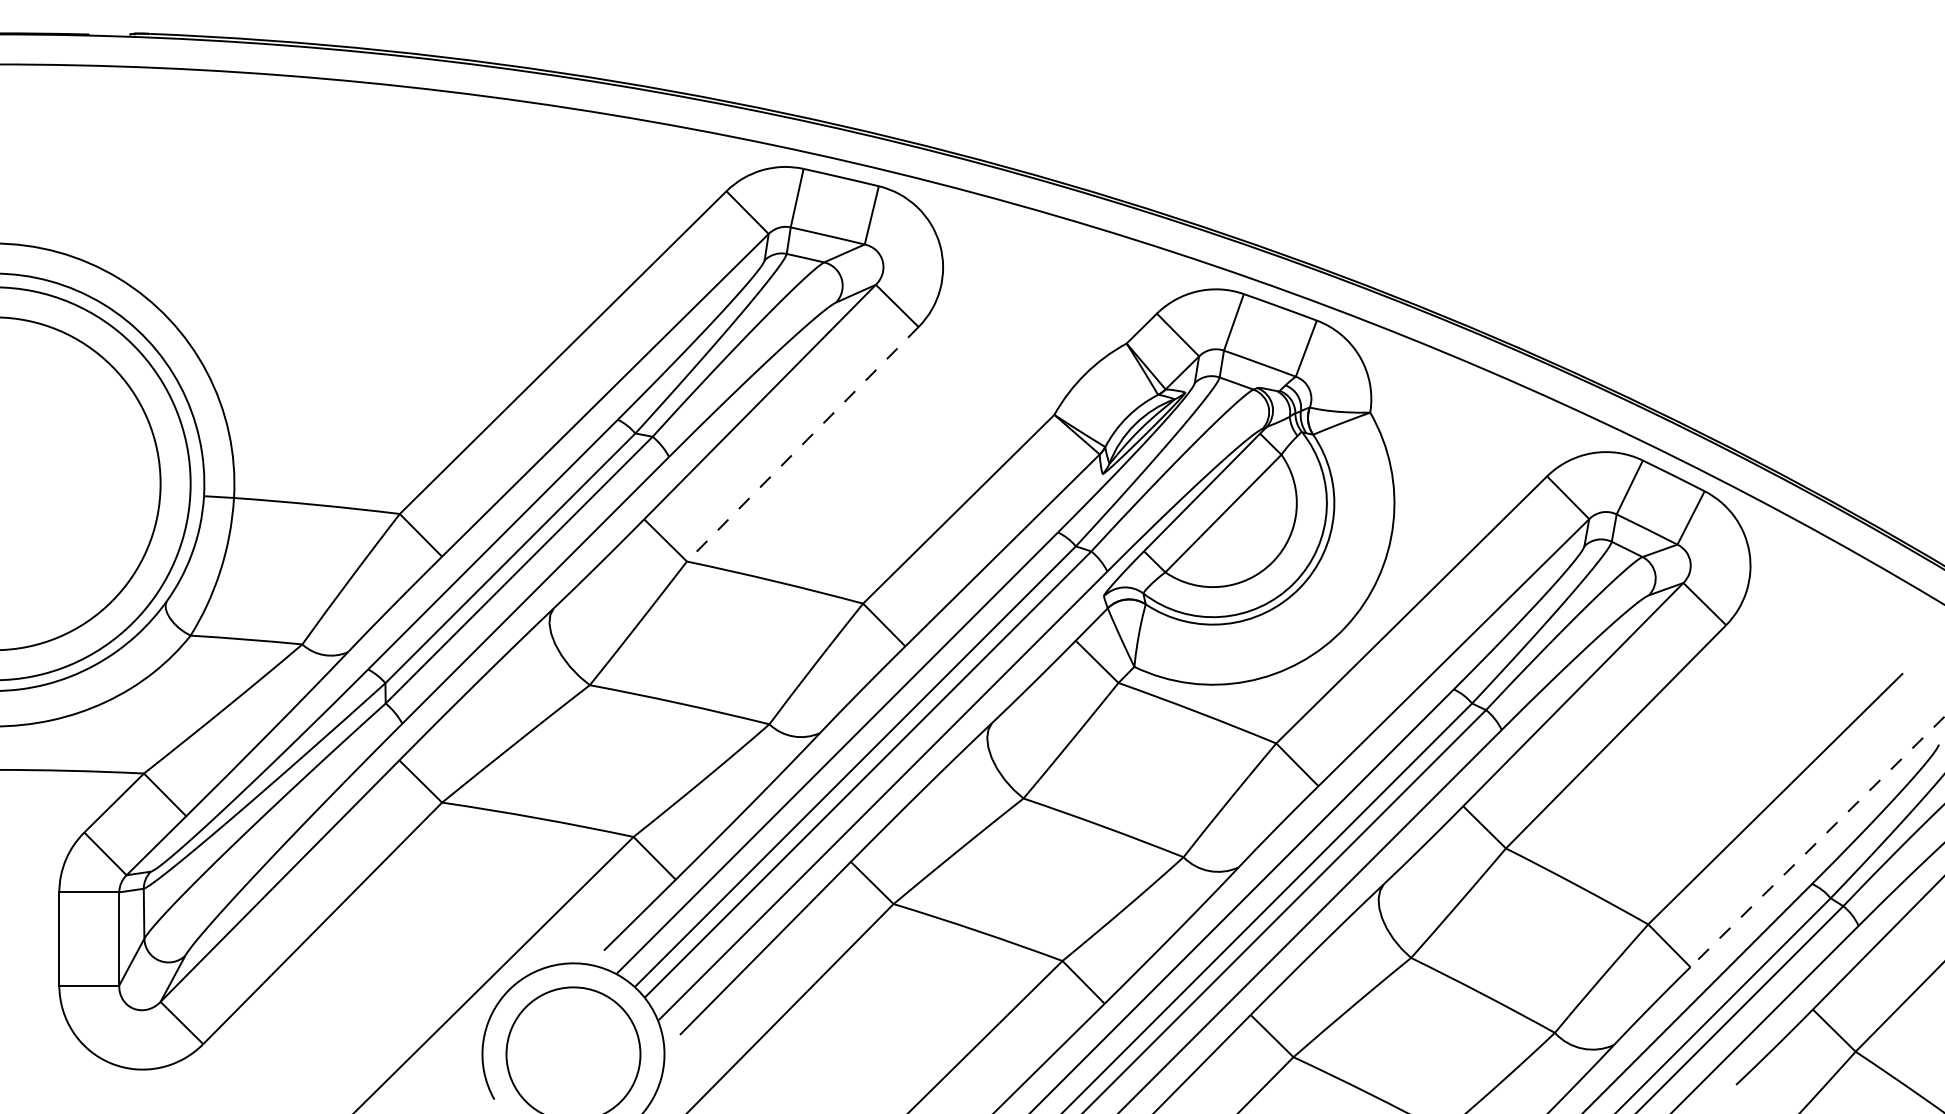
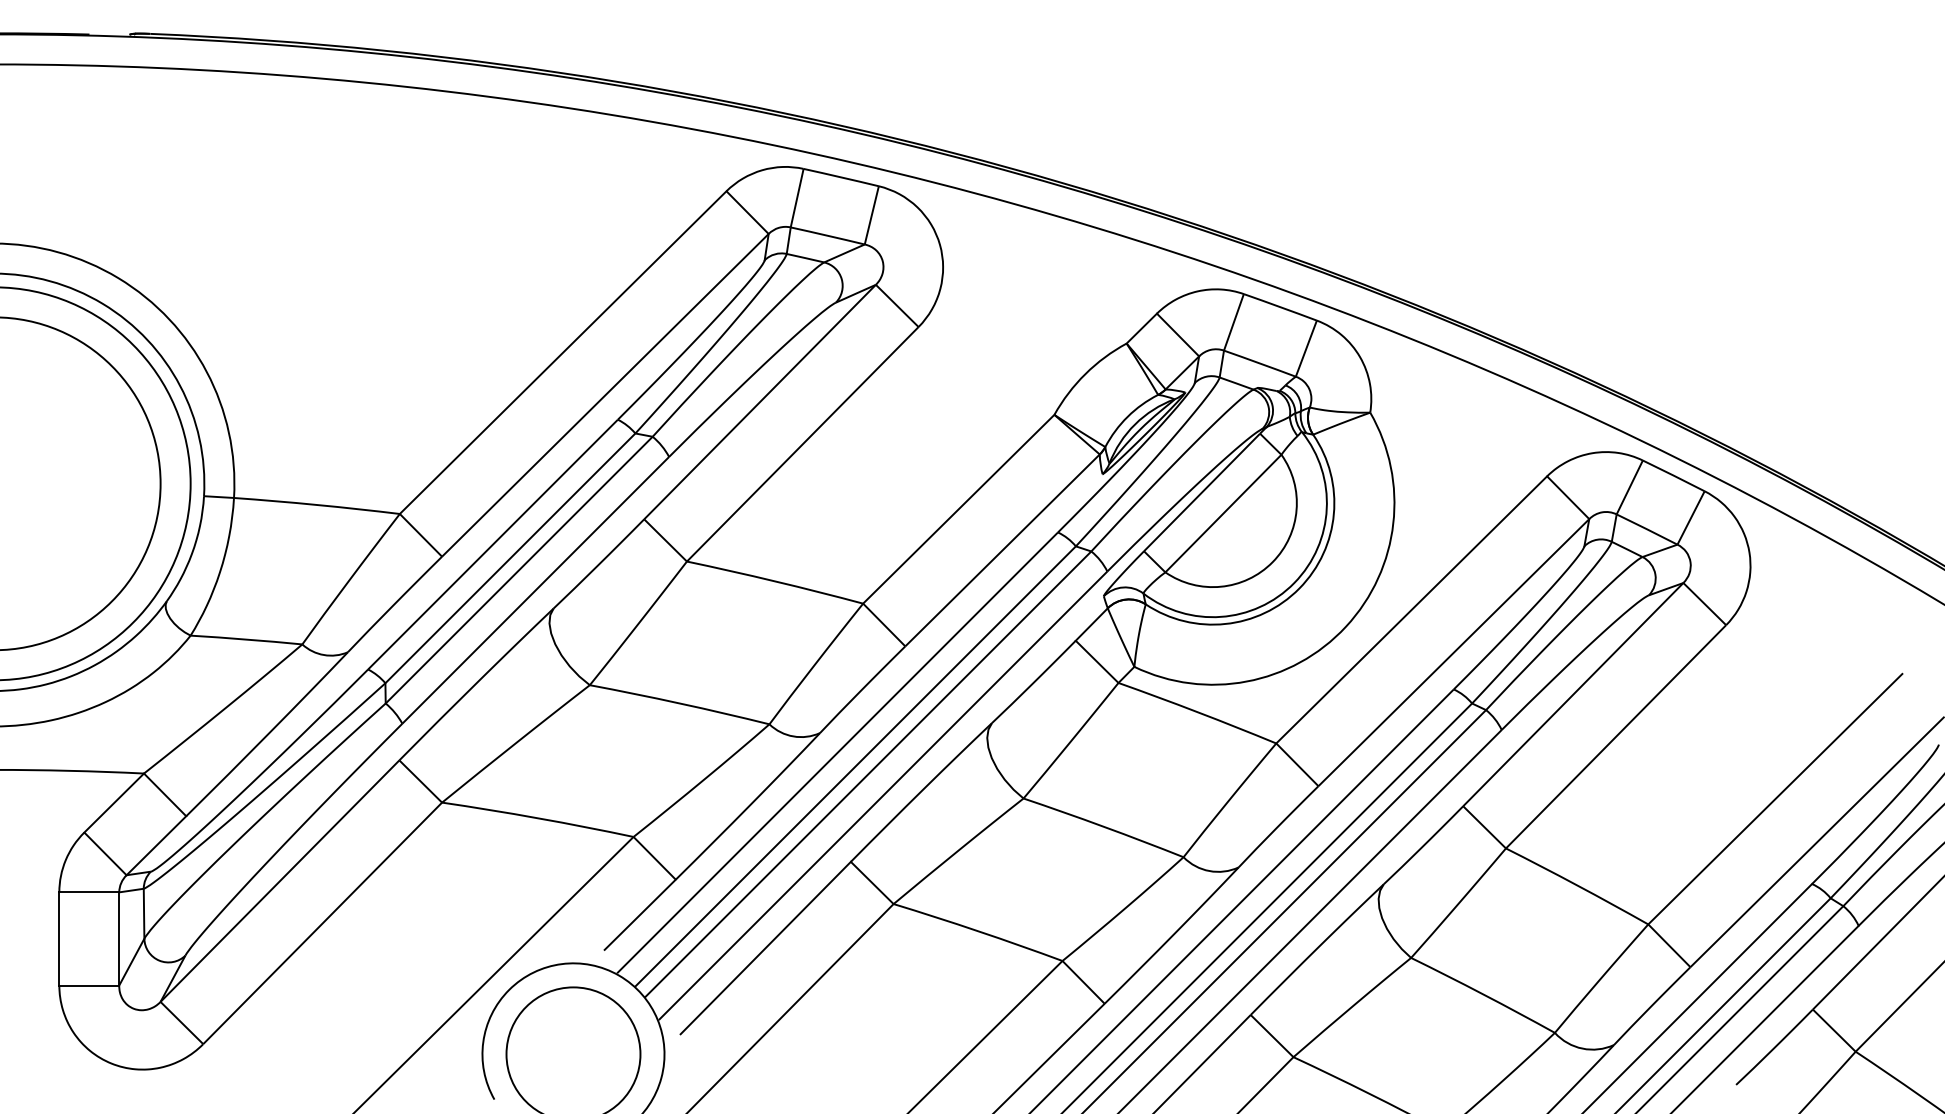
line at (803, 443): dashed -> solid
line at (1817, 841): dashed -> solid
